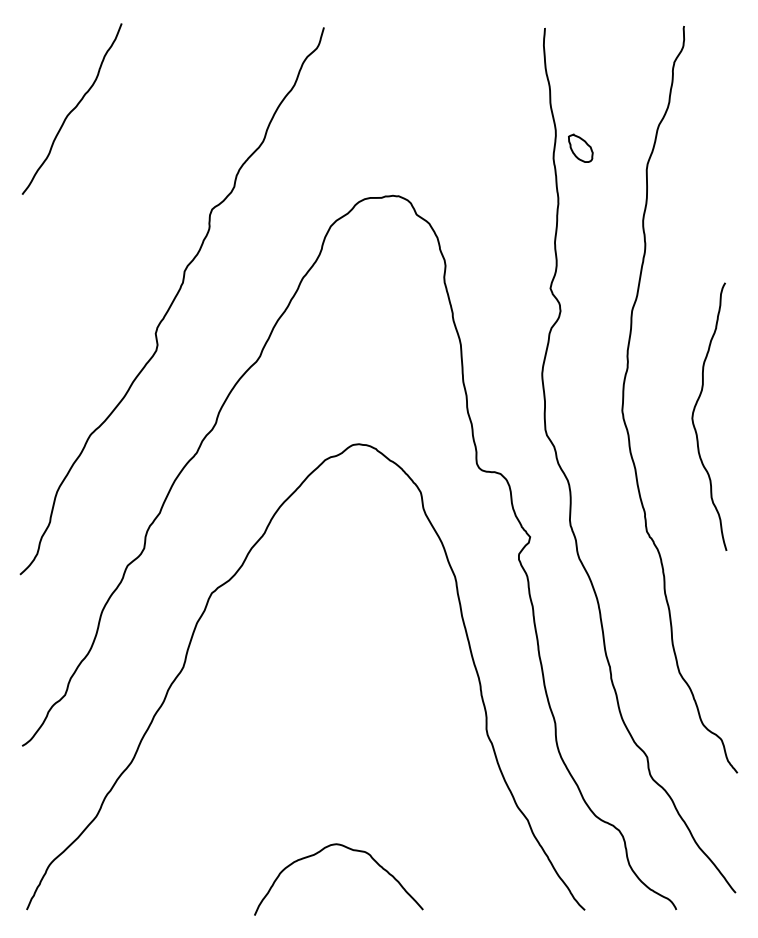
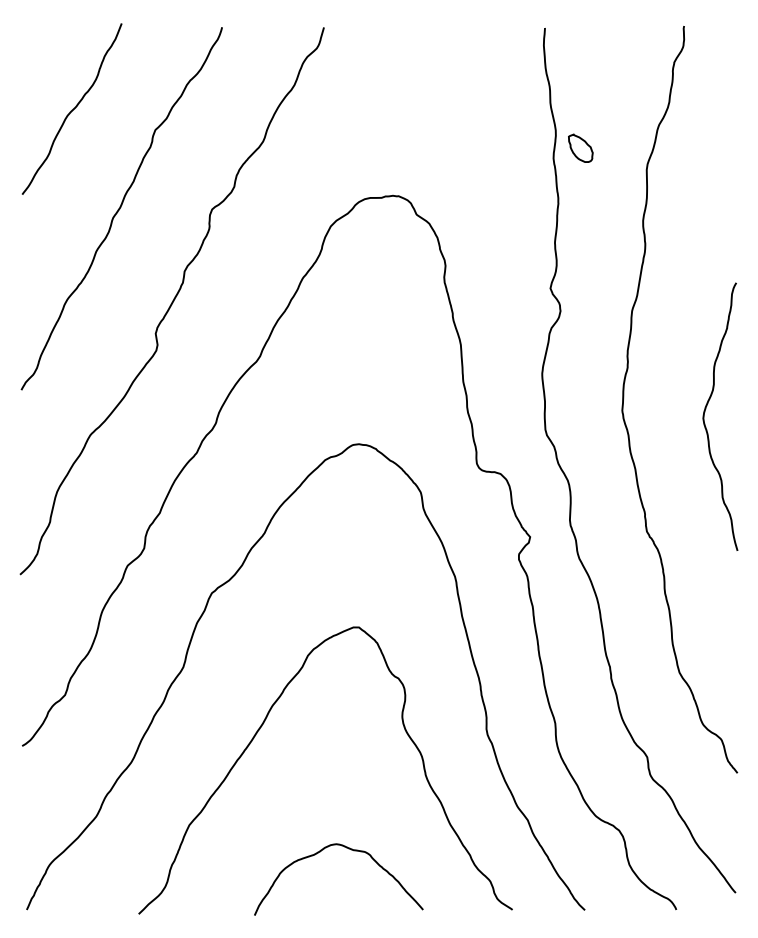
curve at (121, 207): none -> present
curve at (694, 412) position: (694, 412) -> (705, 412)
curve at (262, 726): none -> present
